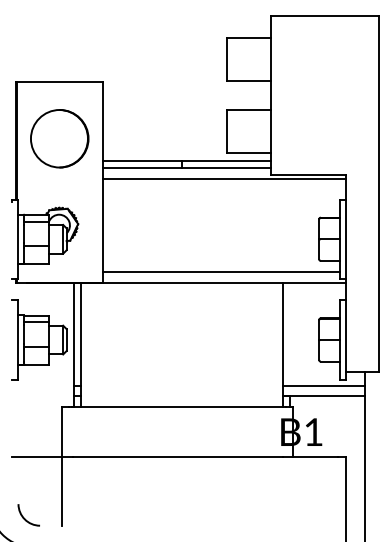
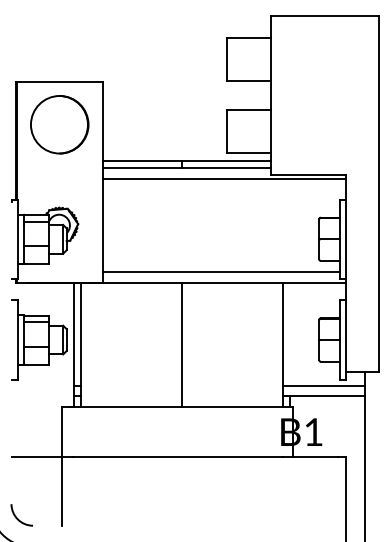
circle at (59, 138) position: (59, 138) -> (59, 124)
line at (181, 344): none -> present
arc at (25, 518) position: (25, 518) -> (18, 518)
